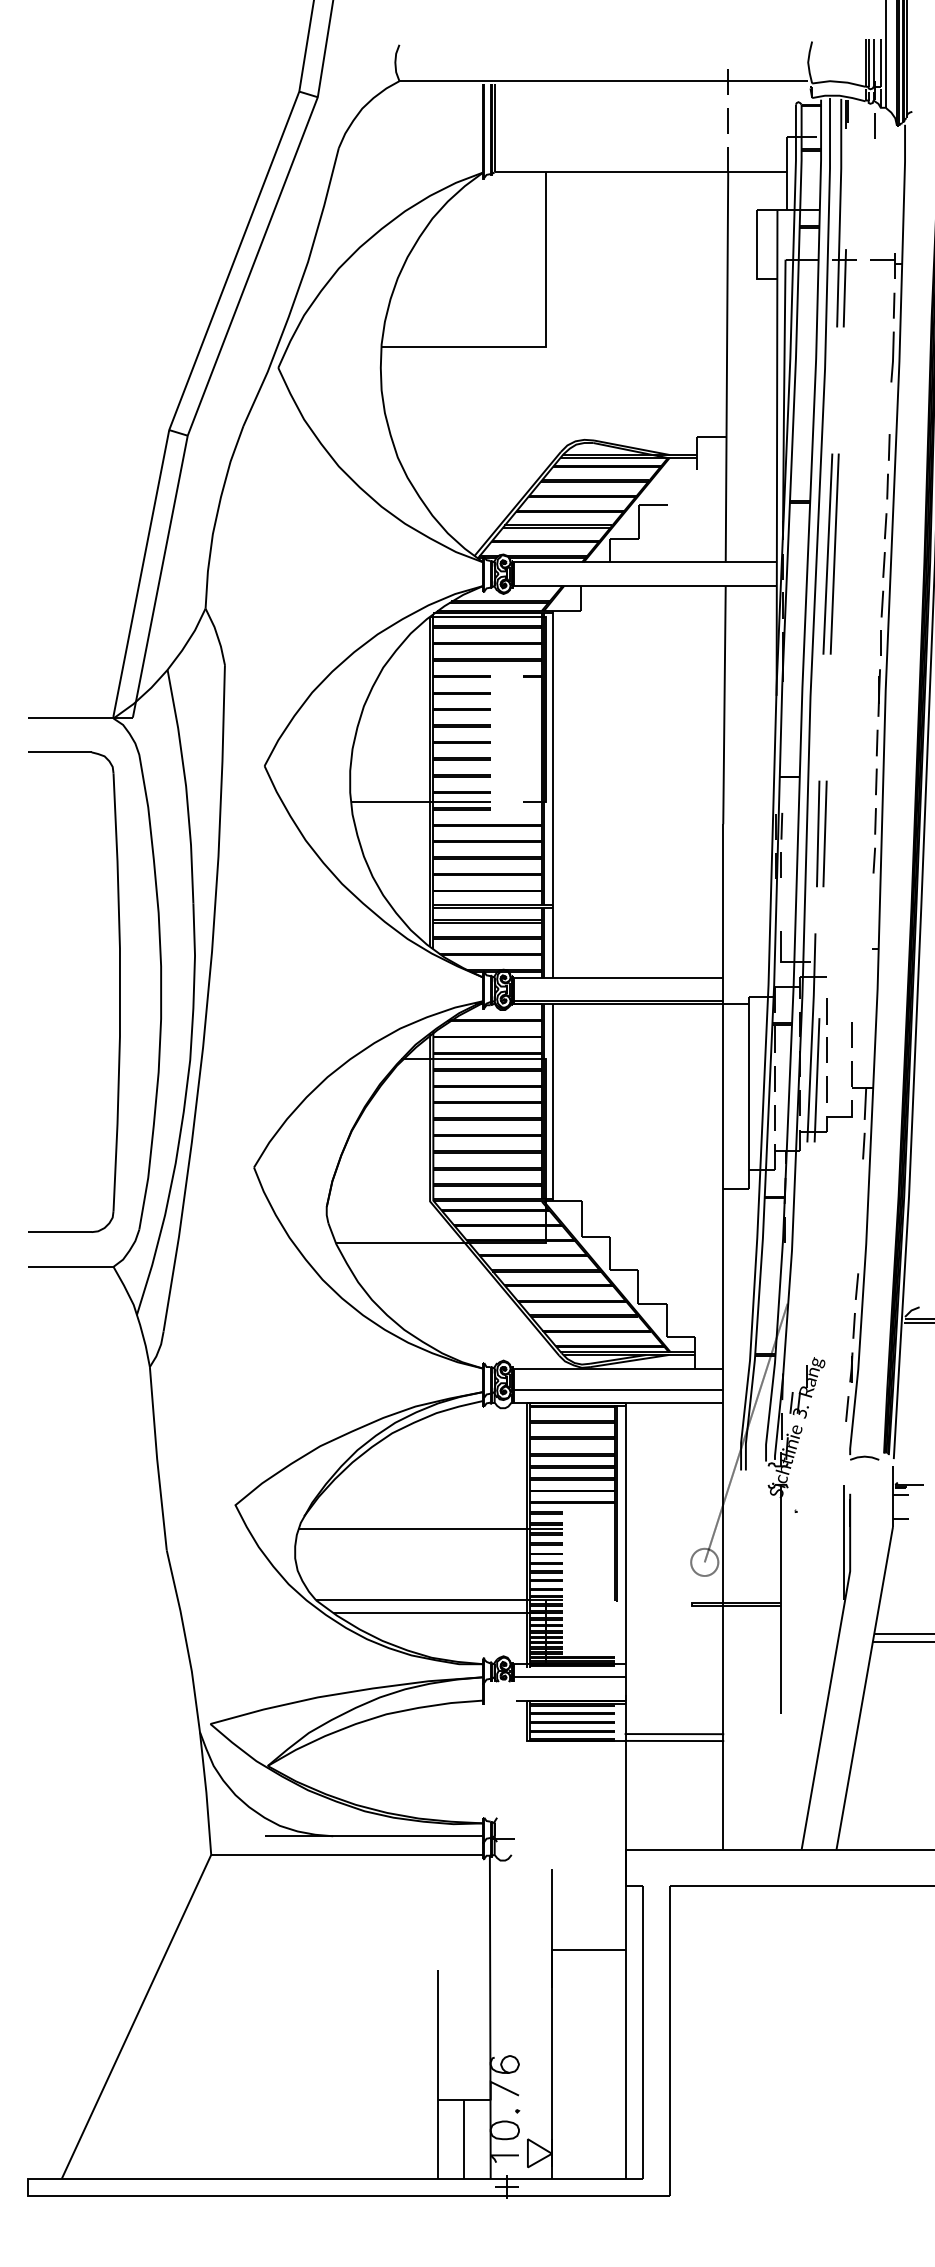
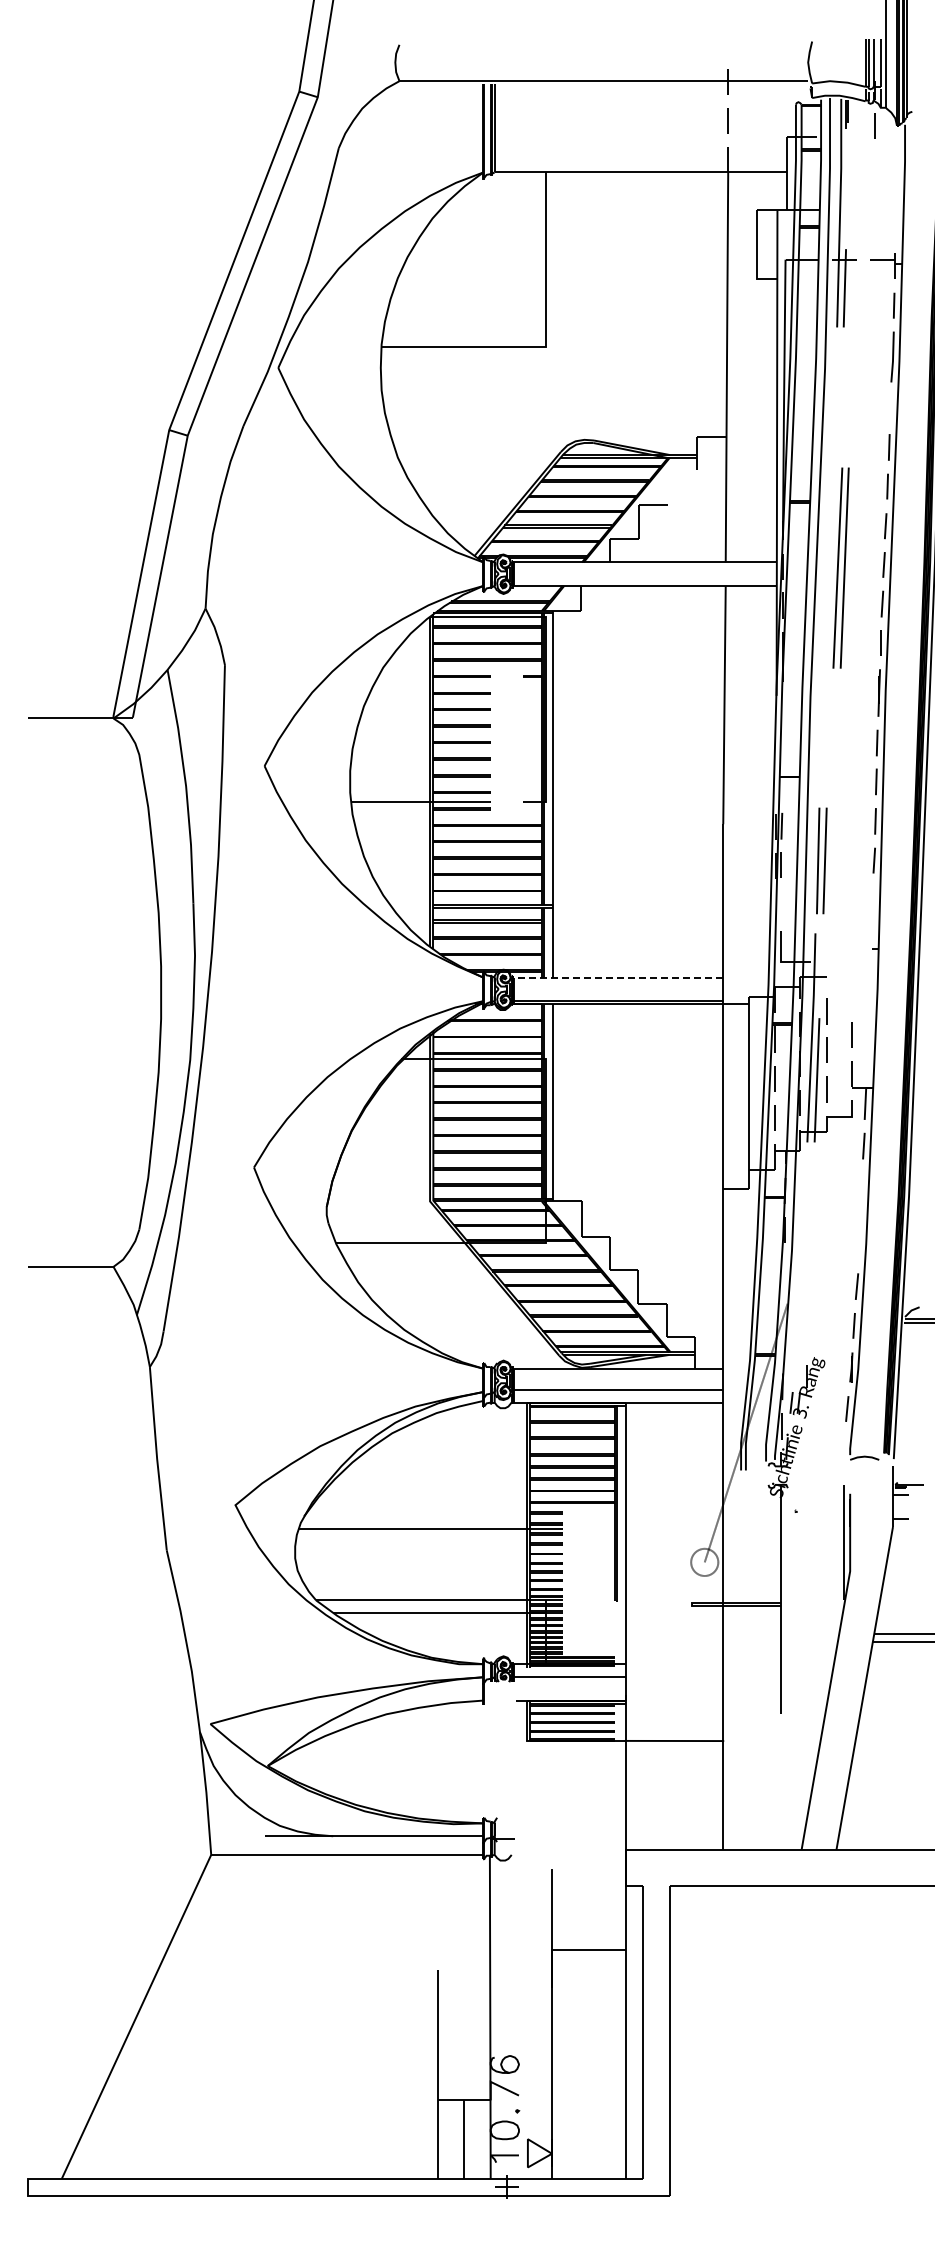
part at (830, 553) position: (830, 553) -> (840, 567)
part at (821, 833) position: (821, 833) -> (821, 860)
line at (618, 977): solid -> dashed
part at (119, 991): present -> none
line at (674, 1734): present -> none
